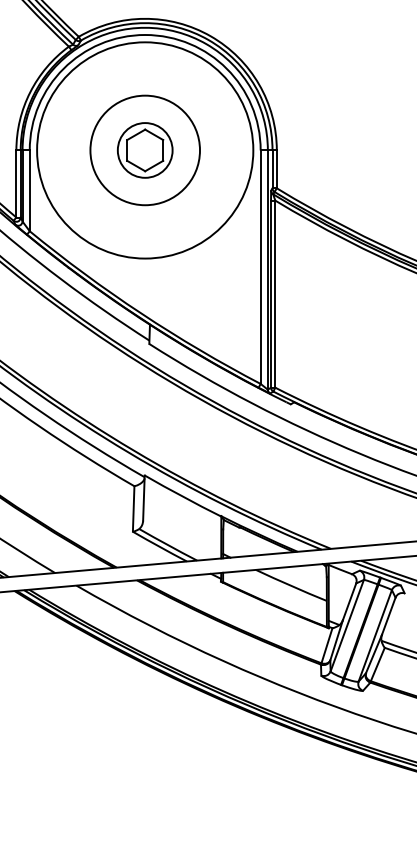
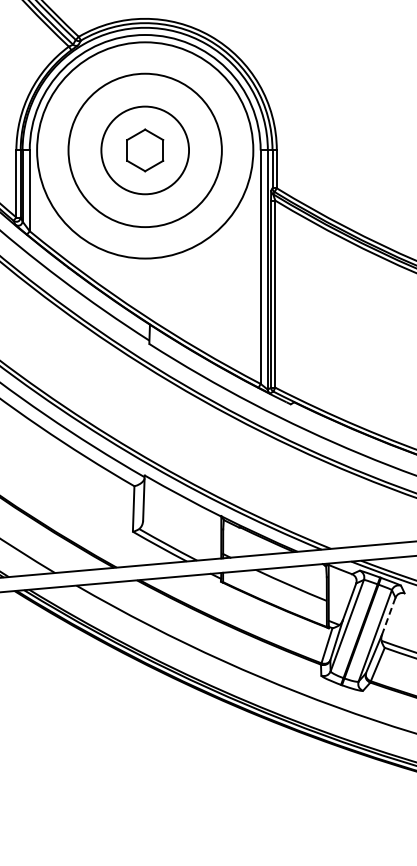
circle at (144, 150) diameter: 55 px -> 88 px
circle at (145, 150) diameter: 110 px -> 153 px
line at (388, 616): solid -> dashed
